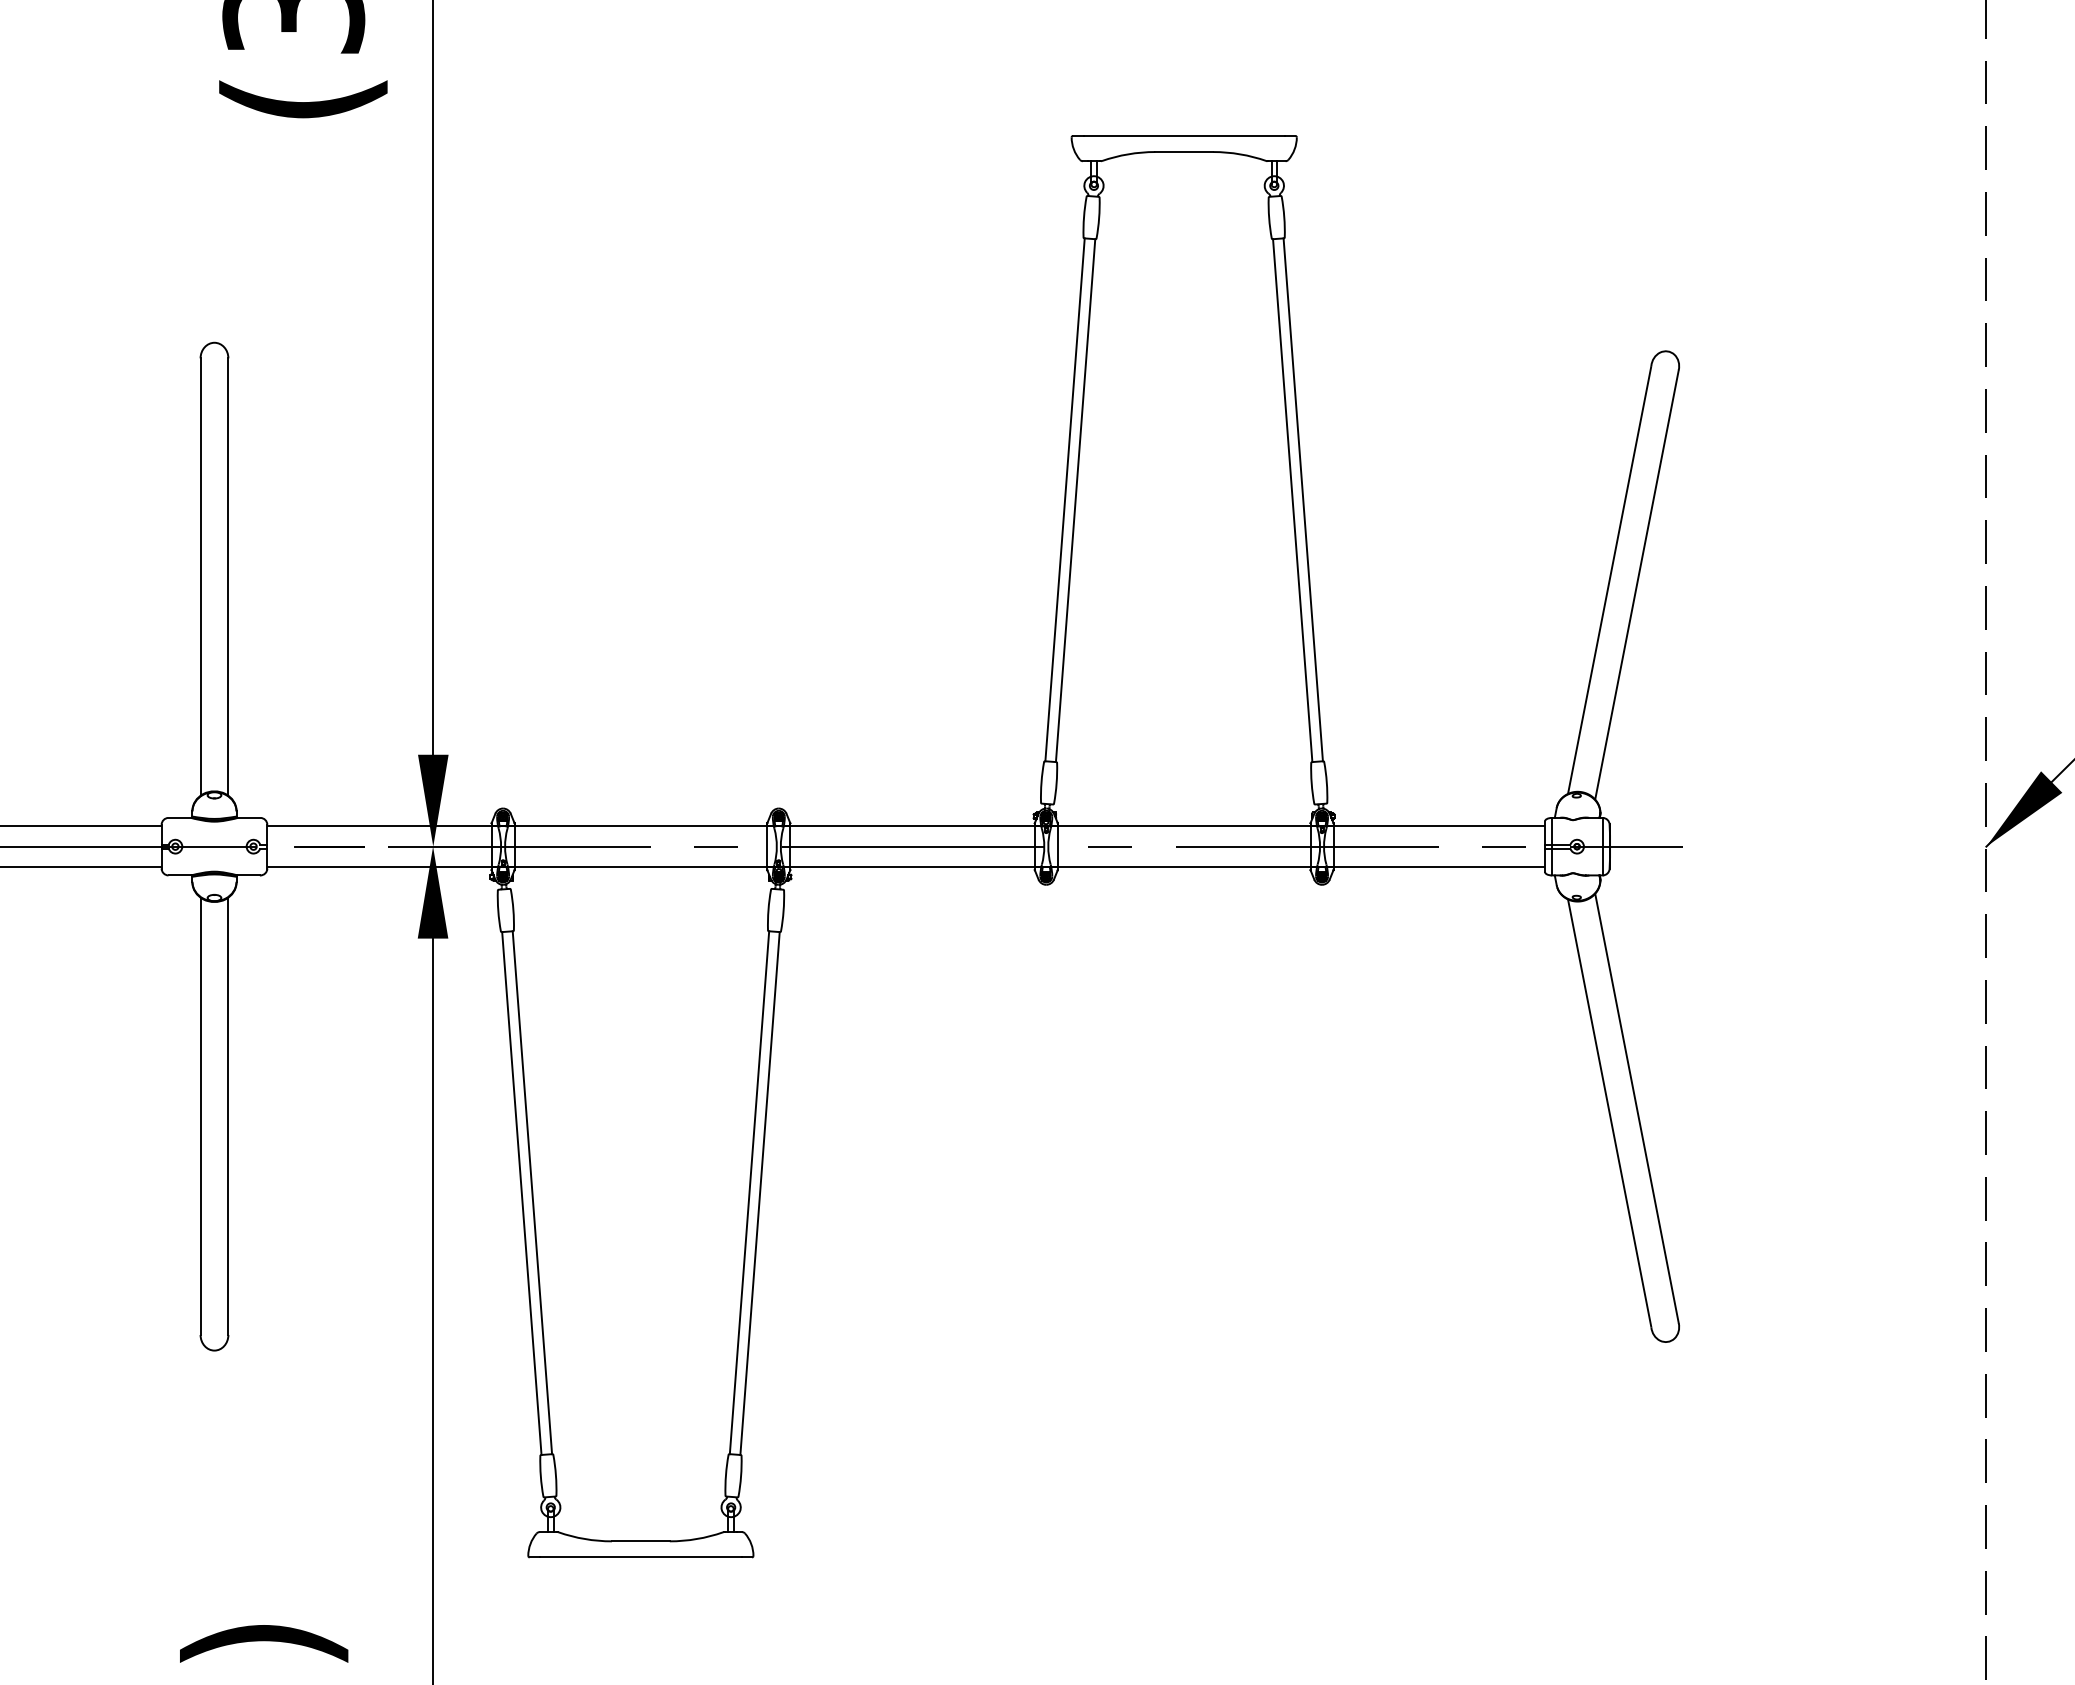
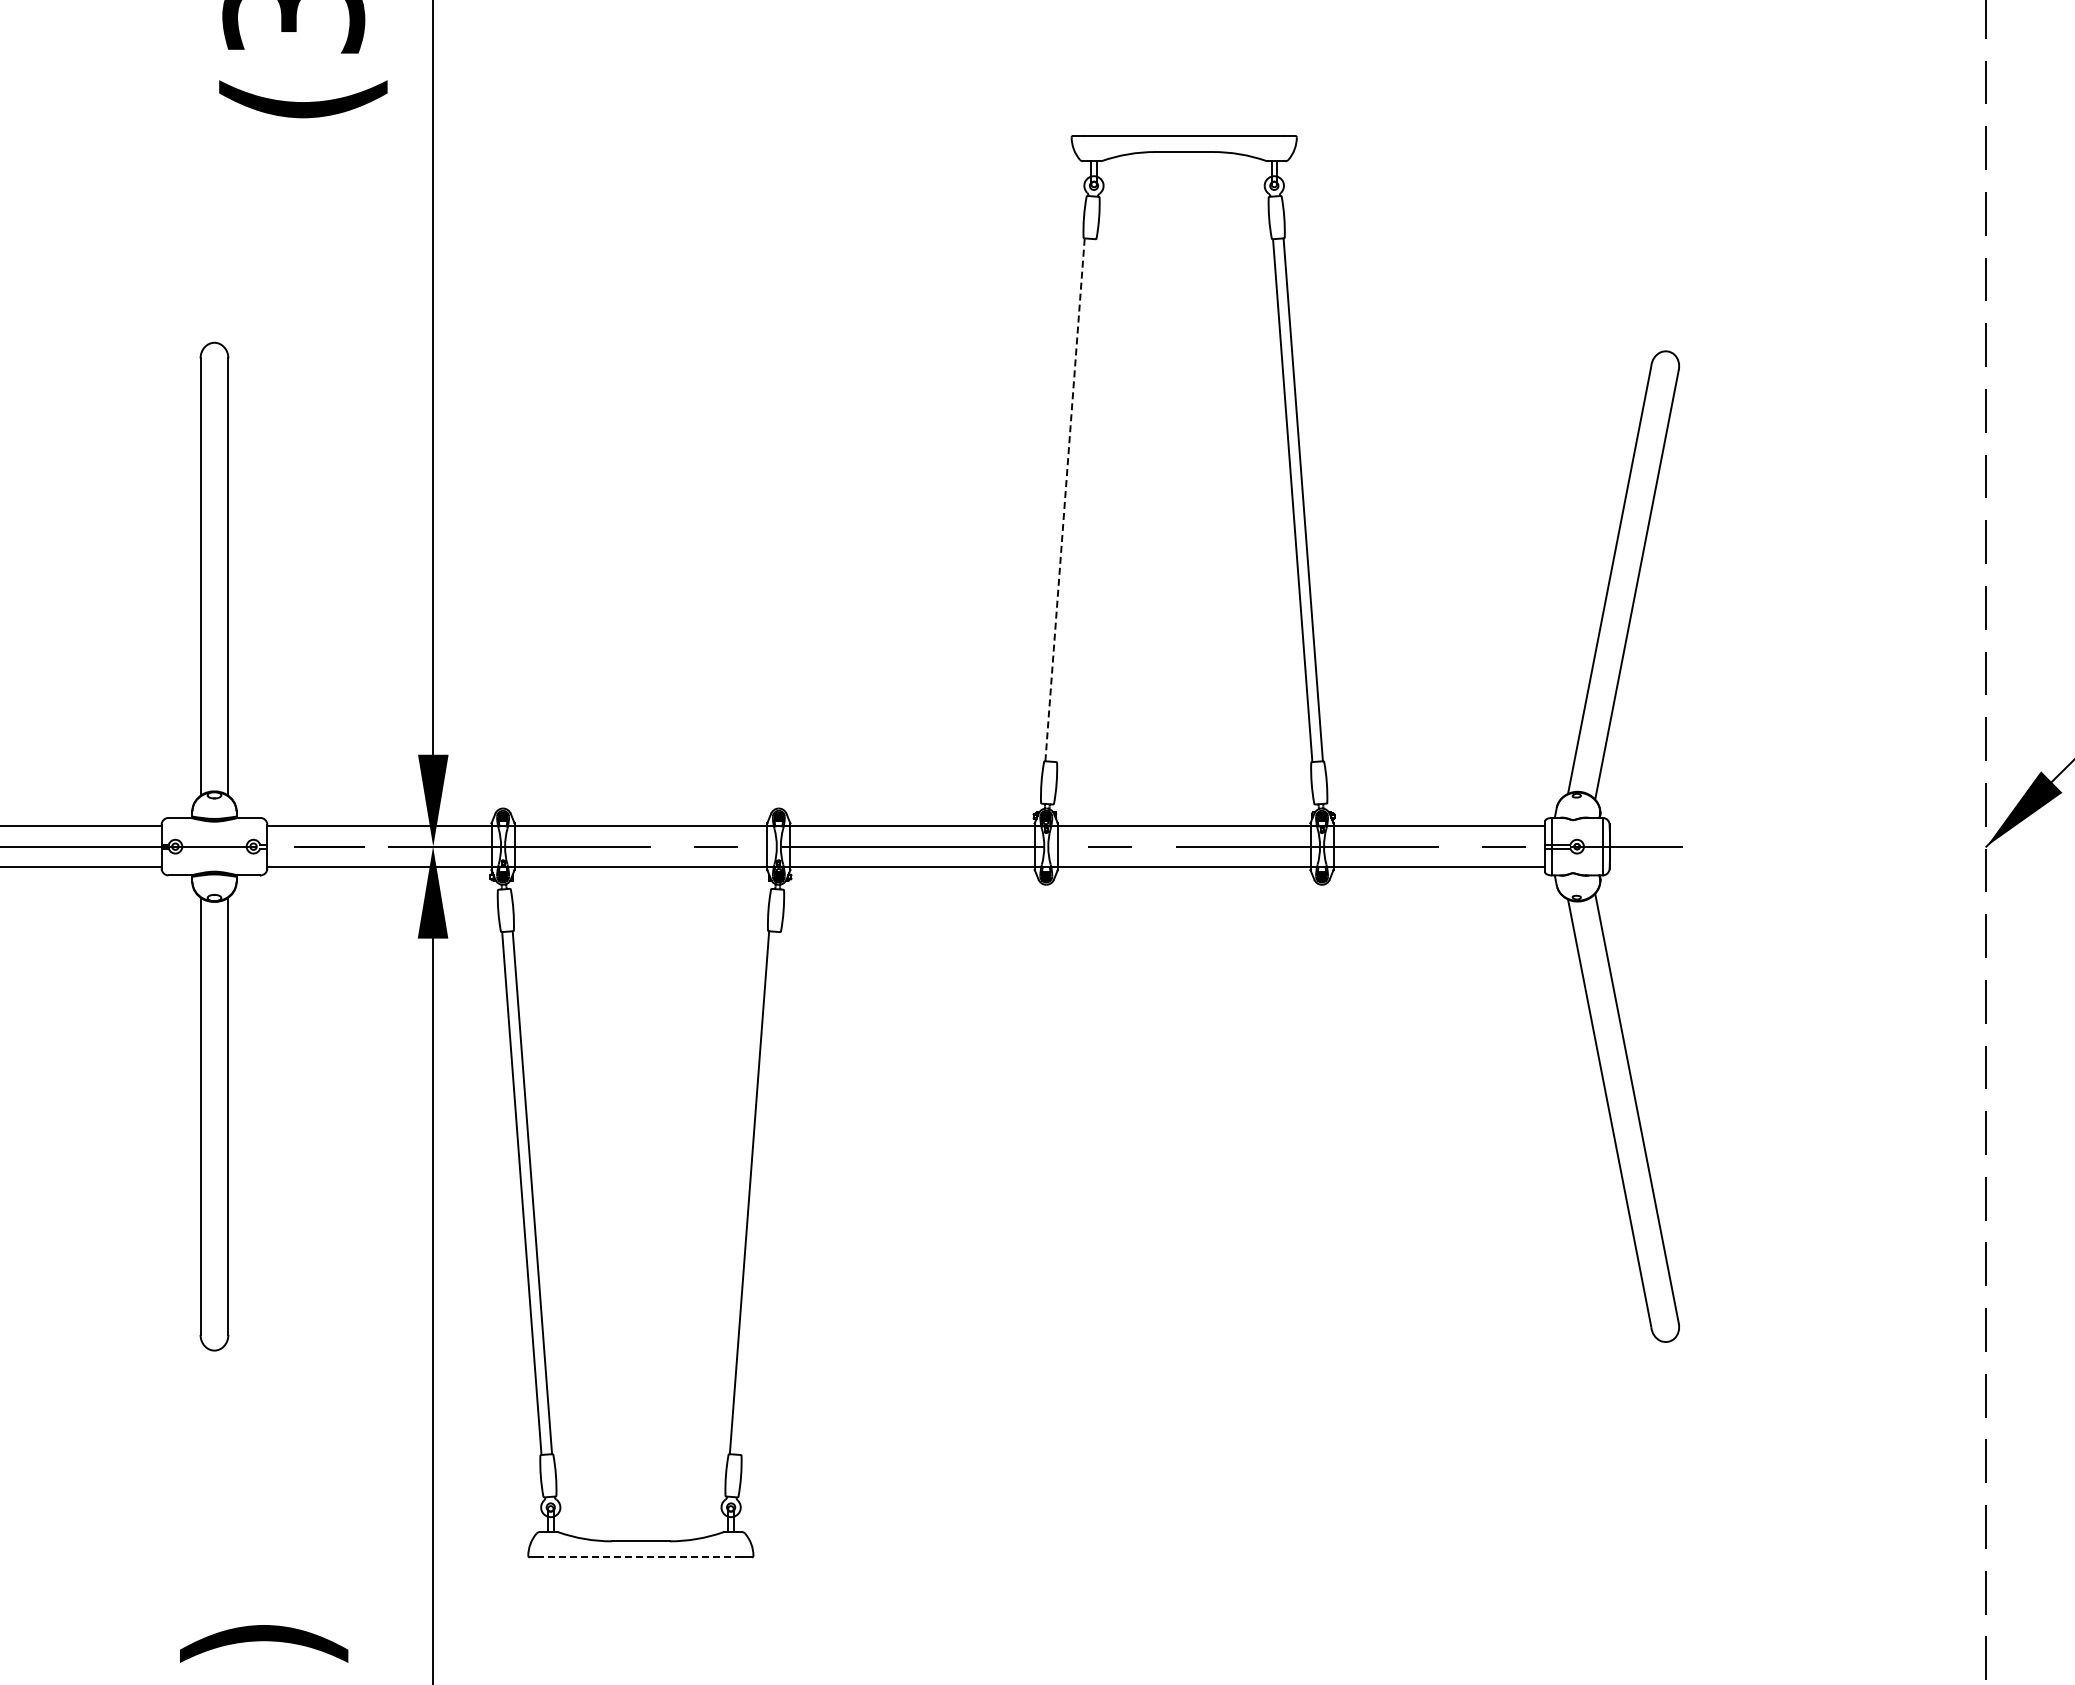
line at (1065, 499): solid -> dashed
line at (1075, 500): present -> none
line at (759, 1193): present -> none
line at (640, 1557): solid -> dashed
